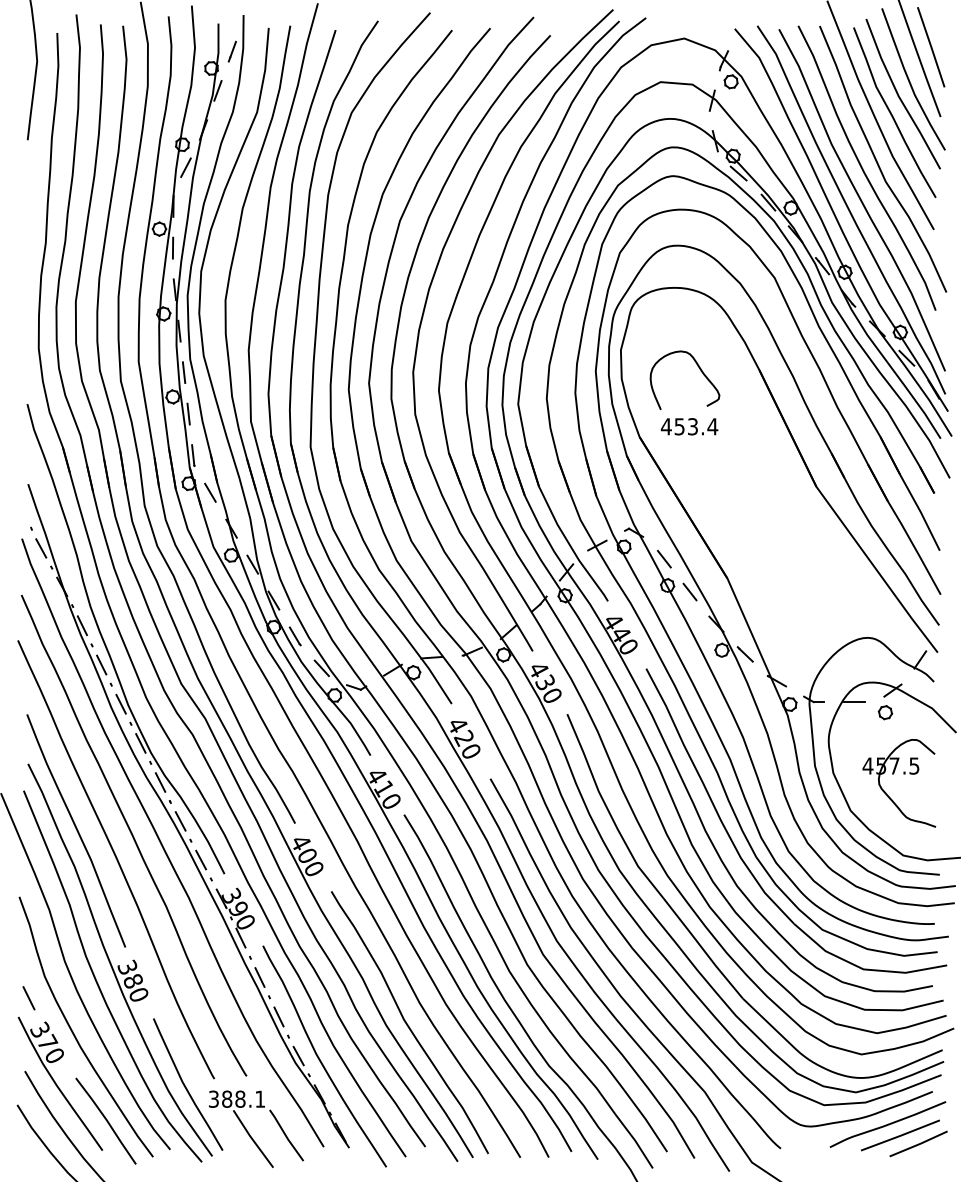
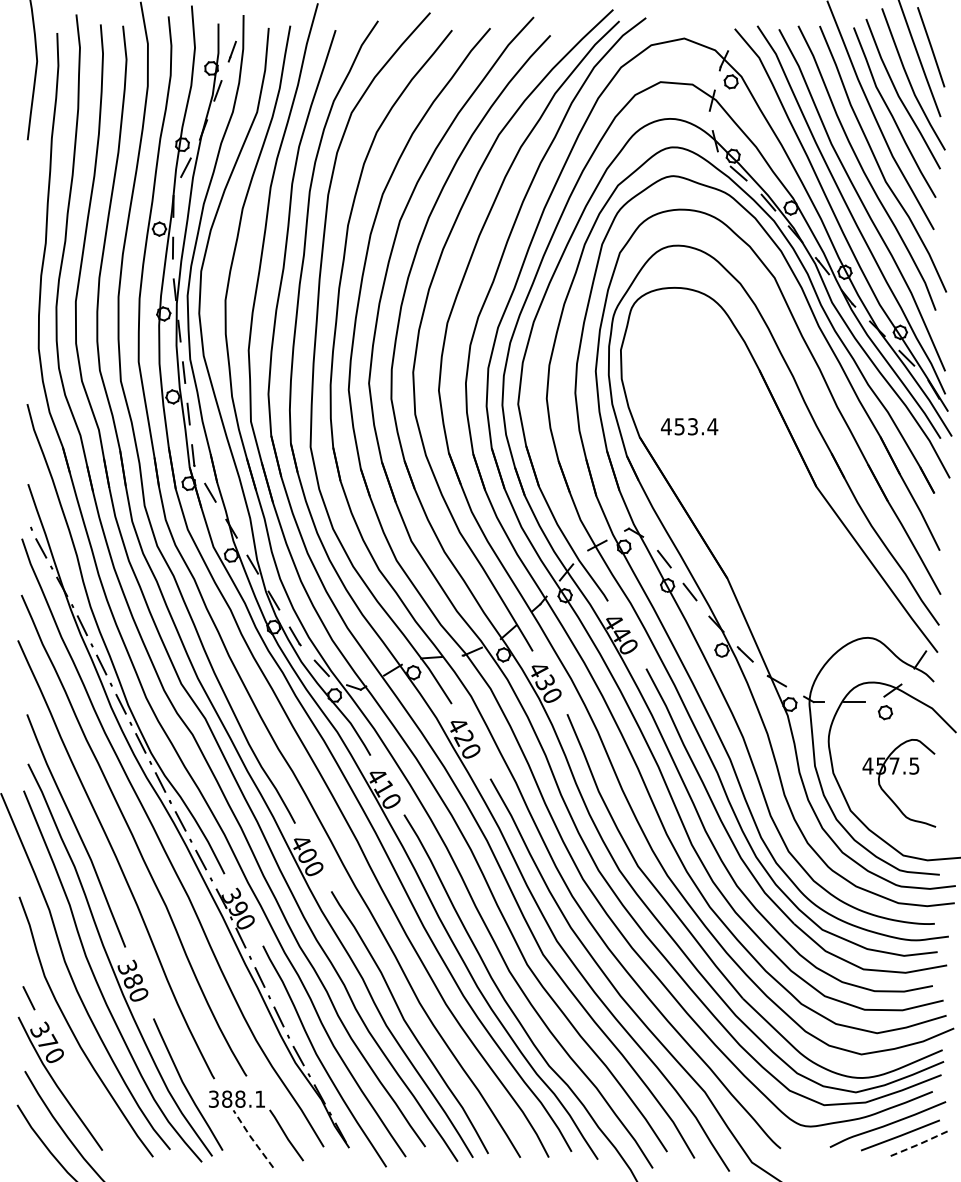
curve at (699, 369): present -> none
line at (105, 1120): present -> none
line at (252, 1139): solid -> dashed
line at (918, 1144): solid -> dashed
